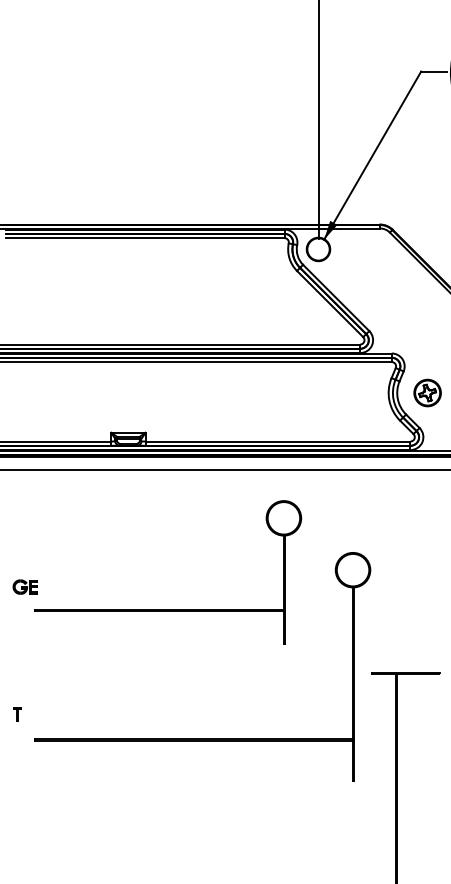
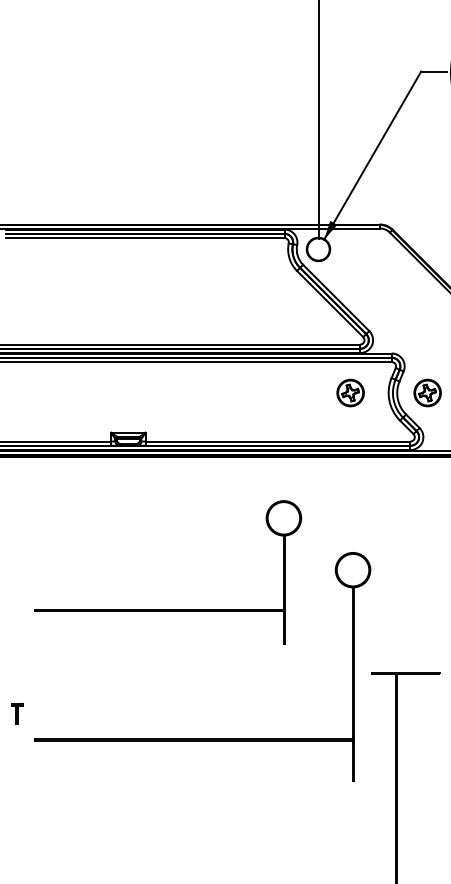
part at (350, 392): none -> present
line at (224, 470): present -> none
part at (24, 586): present -> none
part at (17, 714) size: 9x15 px -> 13x22 px
